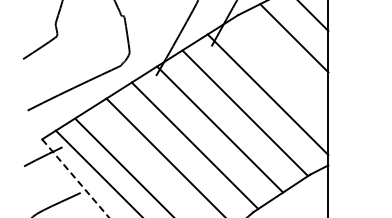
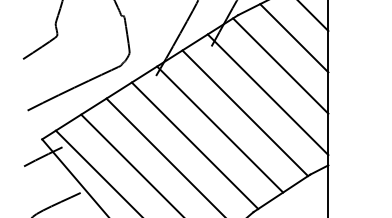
line at (280, 65): none -> present
line at (123, 166) position: (123, 166) -> (131, 164)
line at (75, 178): dashed -> solid
